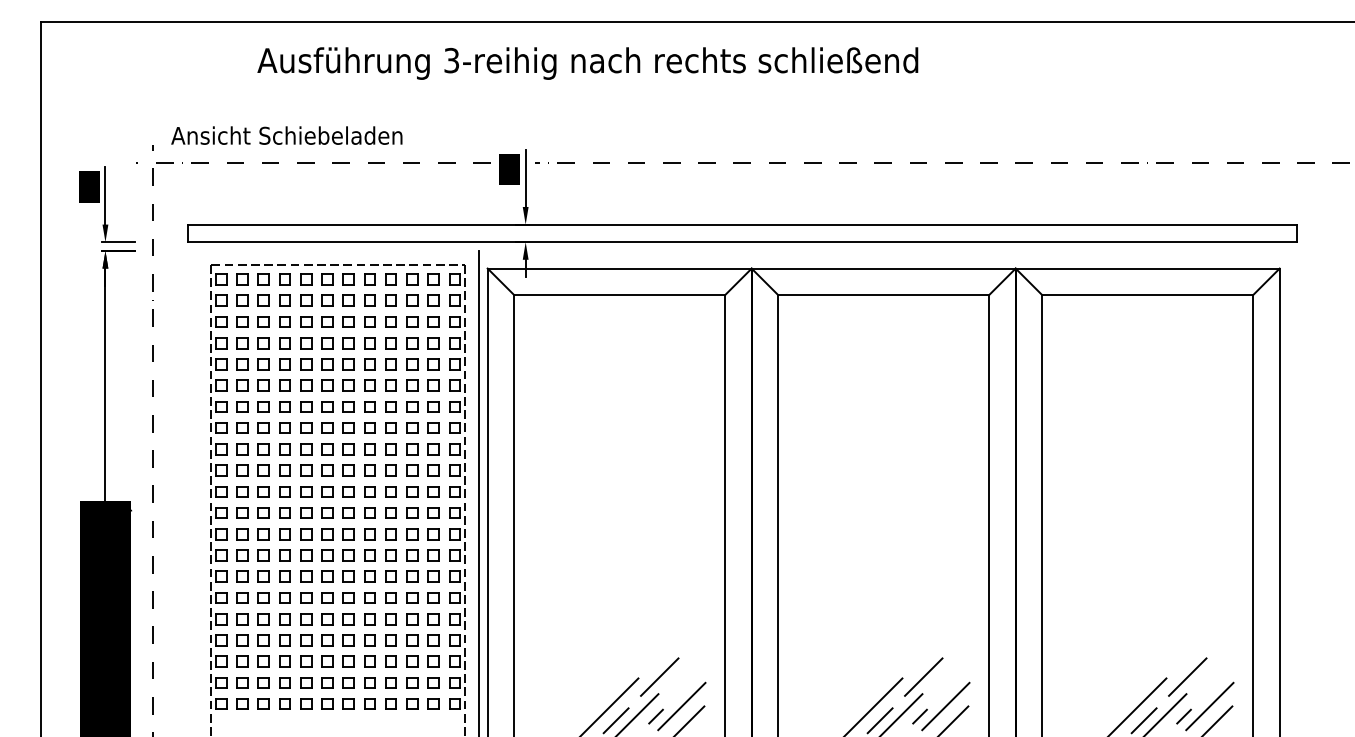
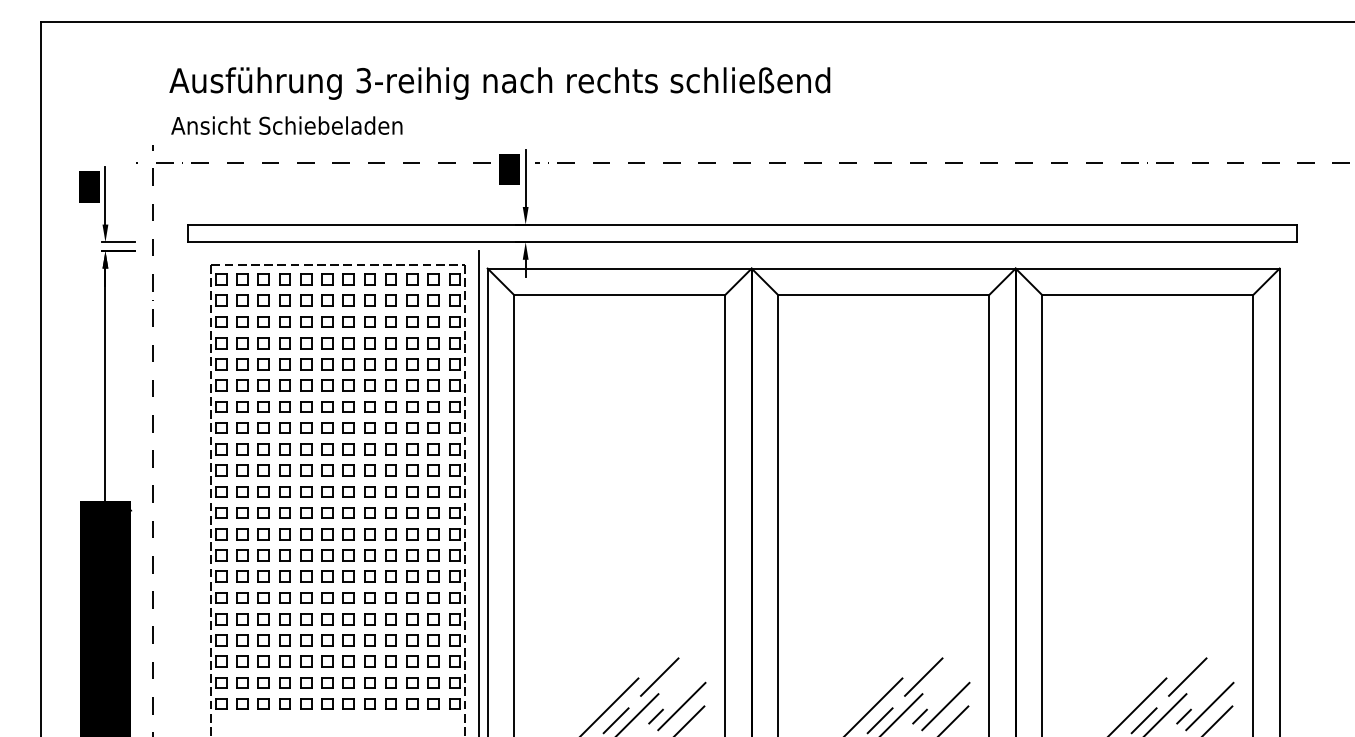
text at (587, 63) position: (587, 63) -> (499, 83)
text at (286, 135) position: (286, 135) -> (286, 125)
